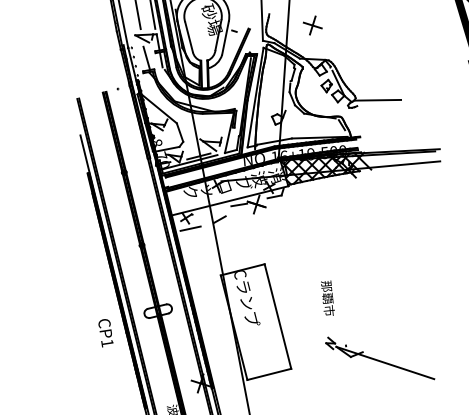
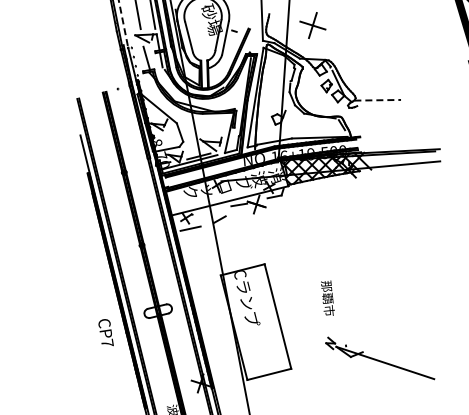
line at (123, 24): solid -> dashed
part at (312, 25) size: 21x21 px -> 28x28 px
line at (378, 100): solid -> dashed
text at (107, 342): CP1 -> CP7
